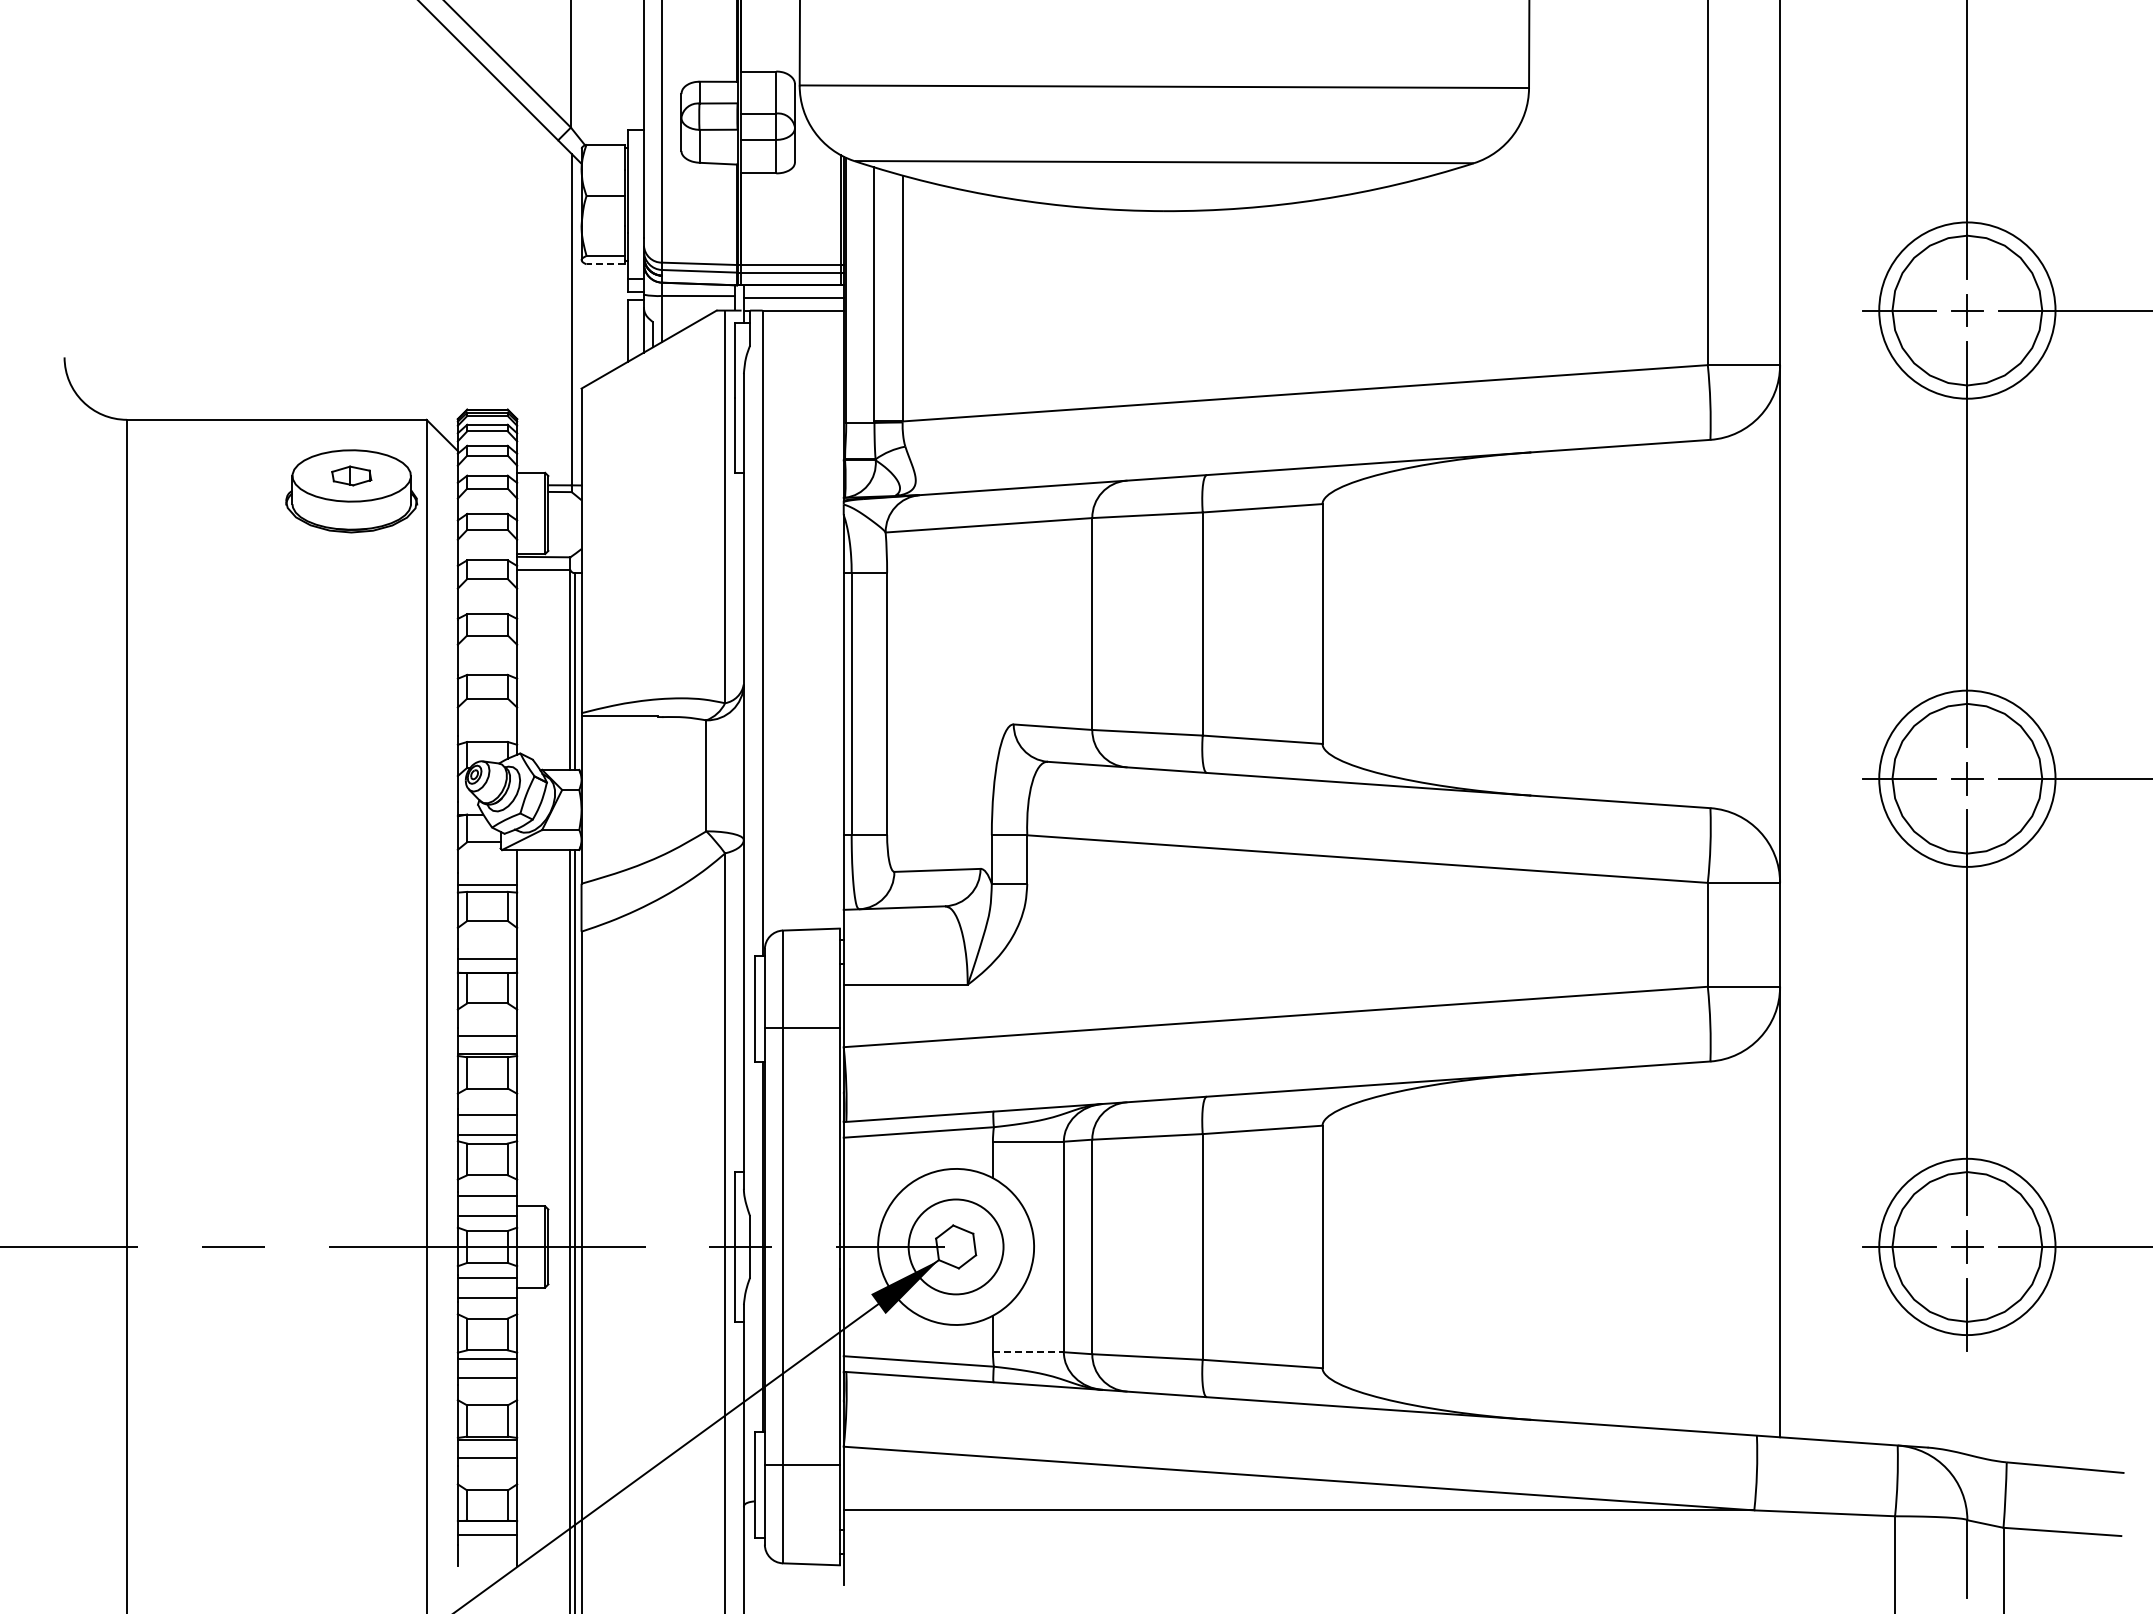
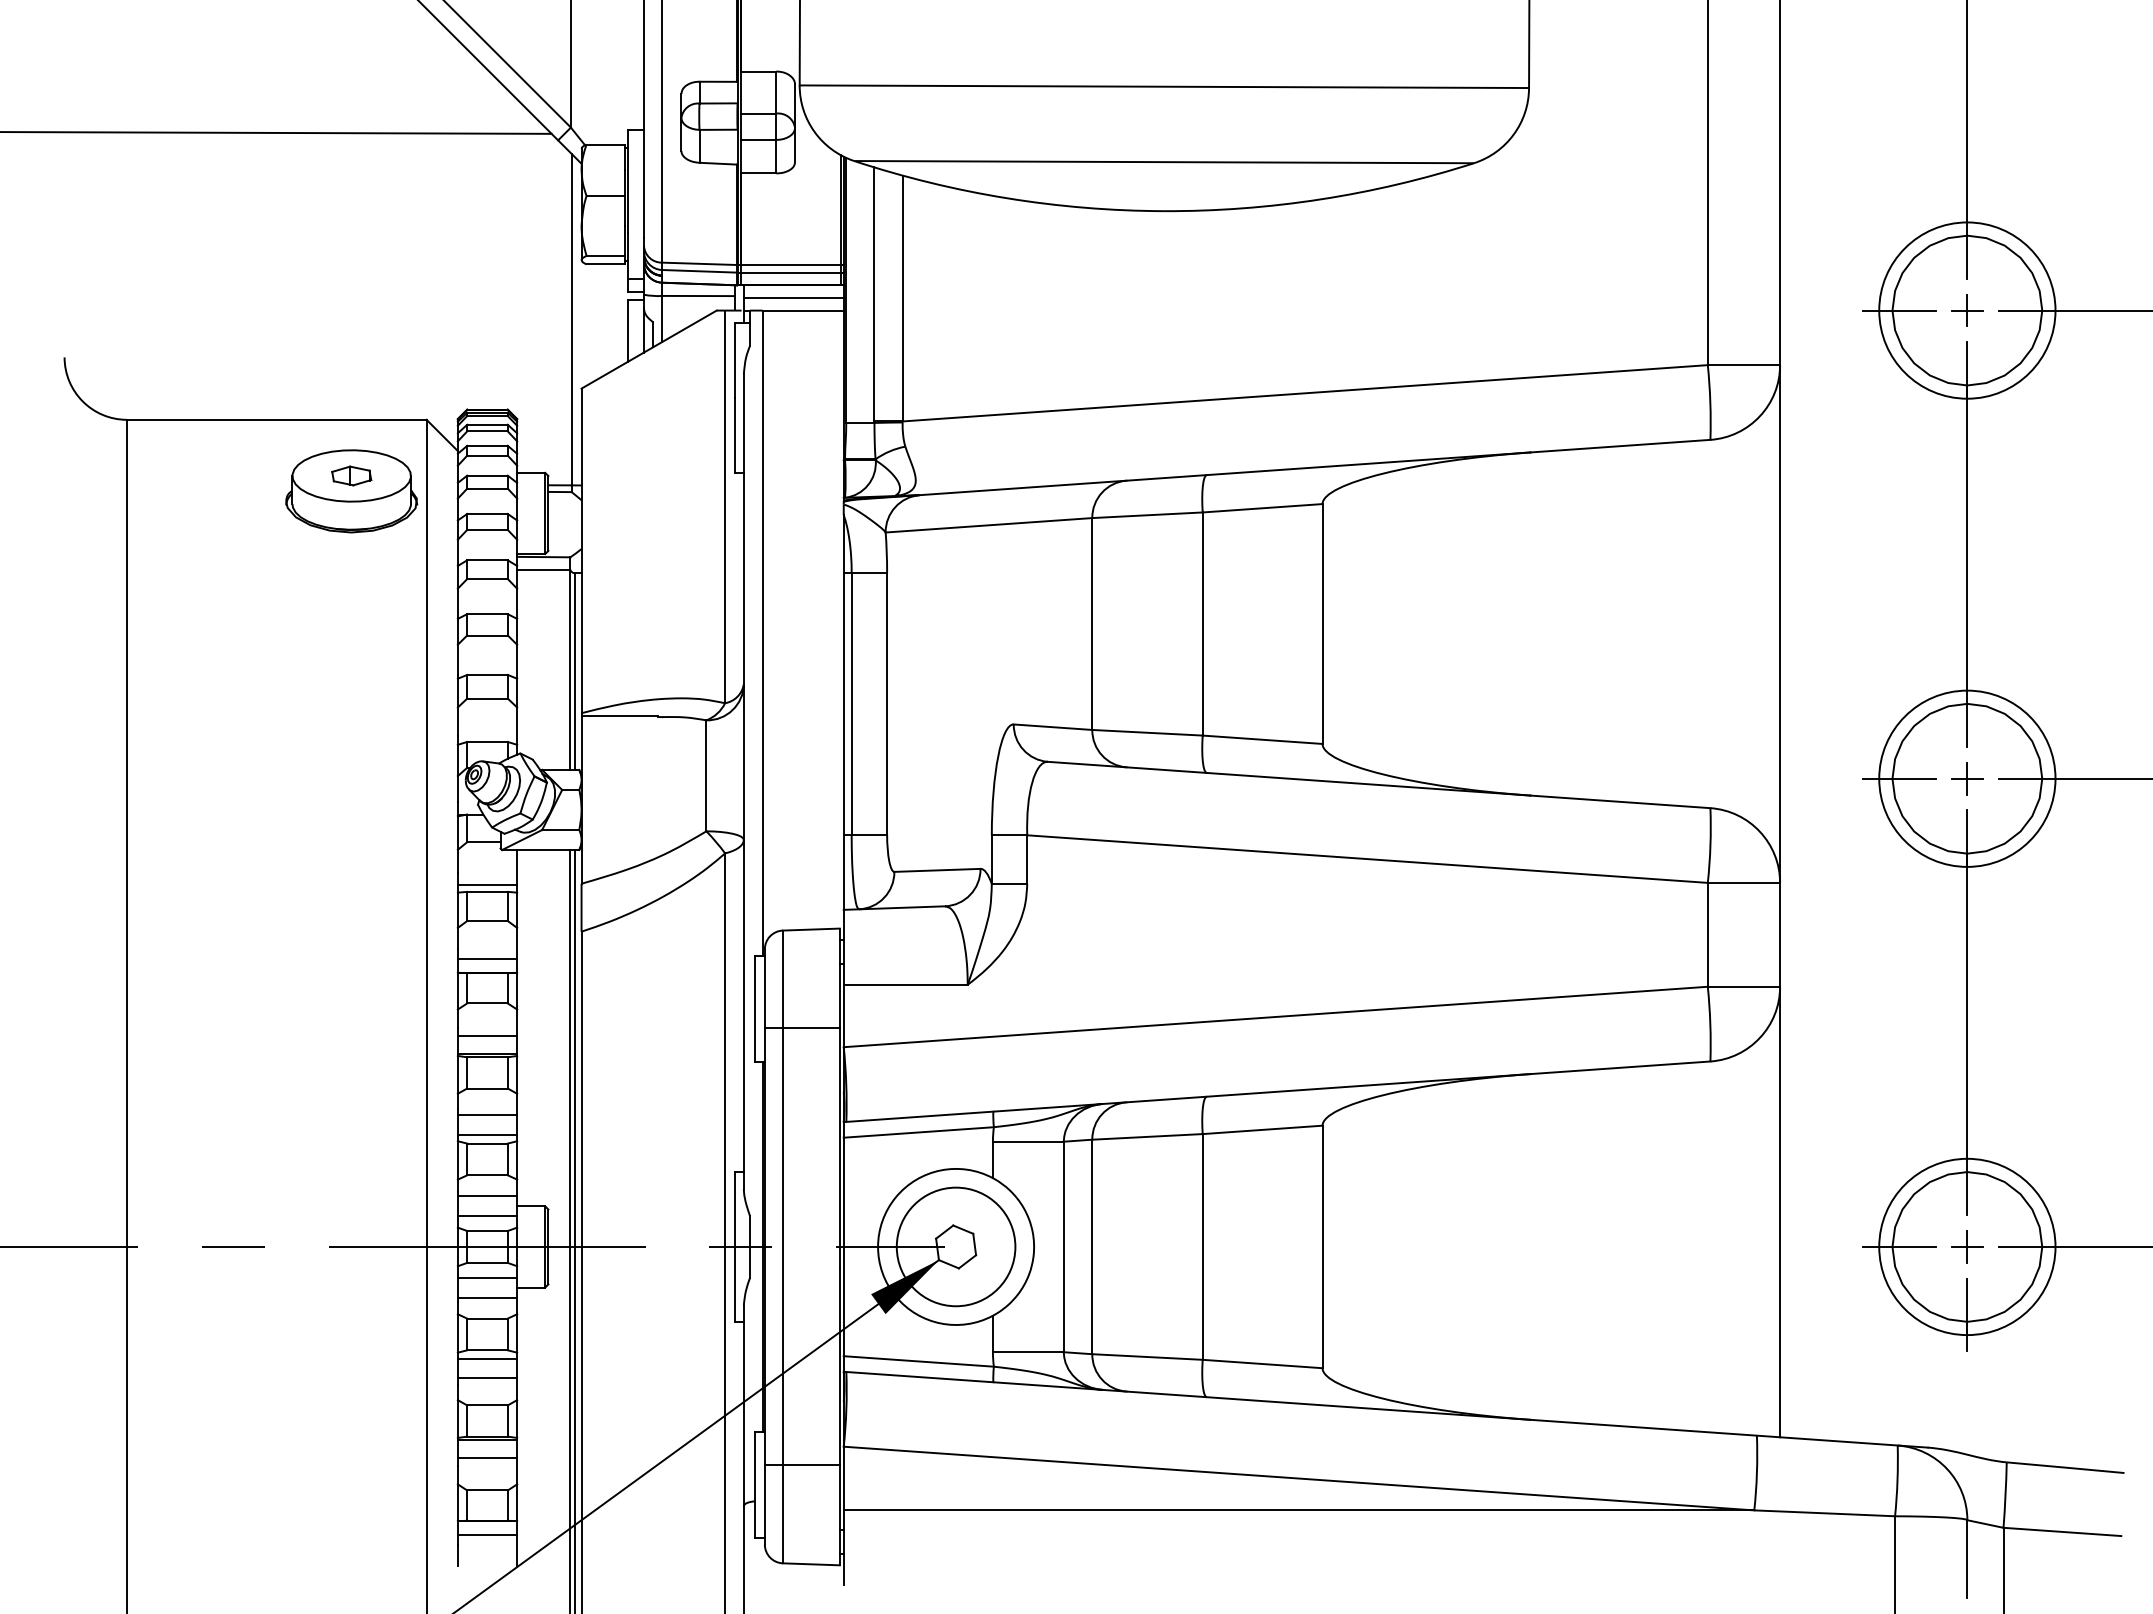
line at (276, 132): none -> present
line at (605, 264): dashed -> solid
circle at (955, 1246) diameter: 95 px -> 119 px
line at (1028, 1352): dashed -> solid
